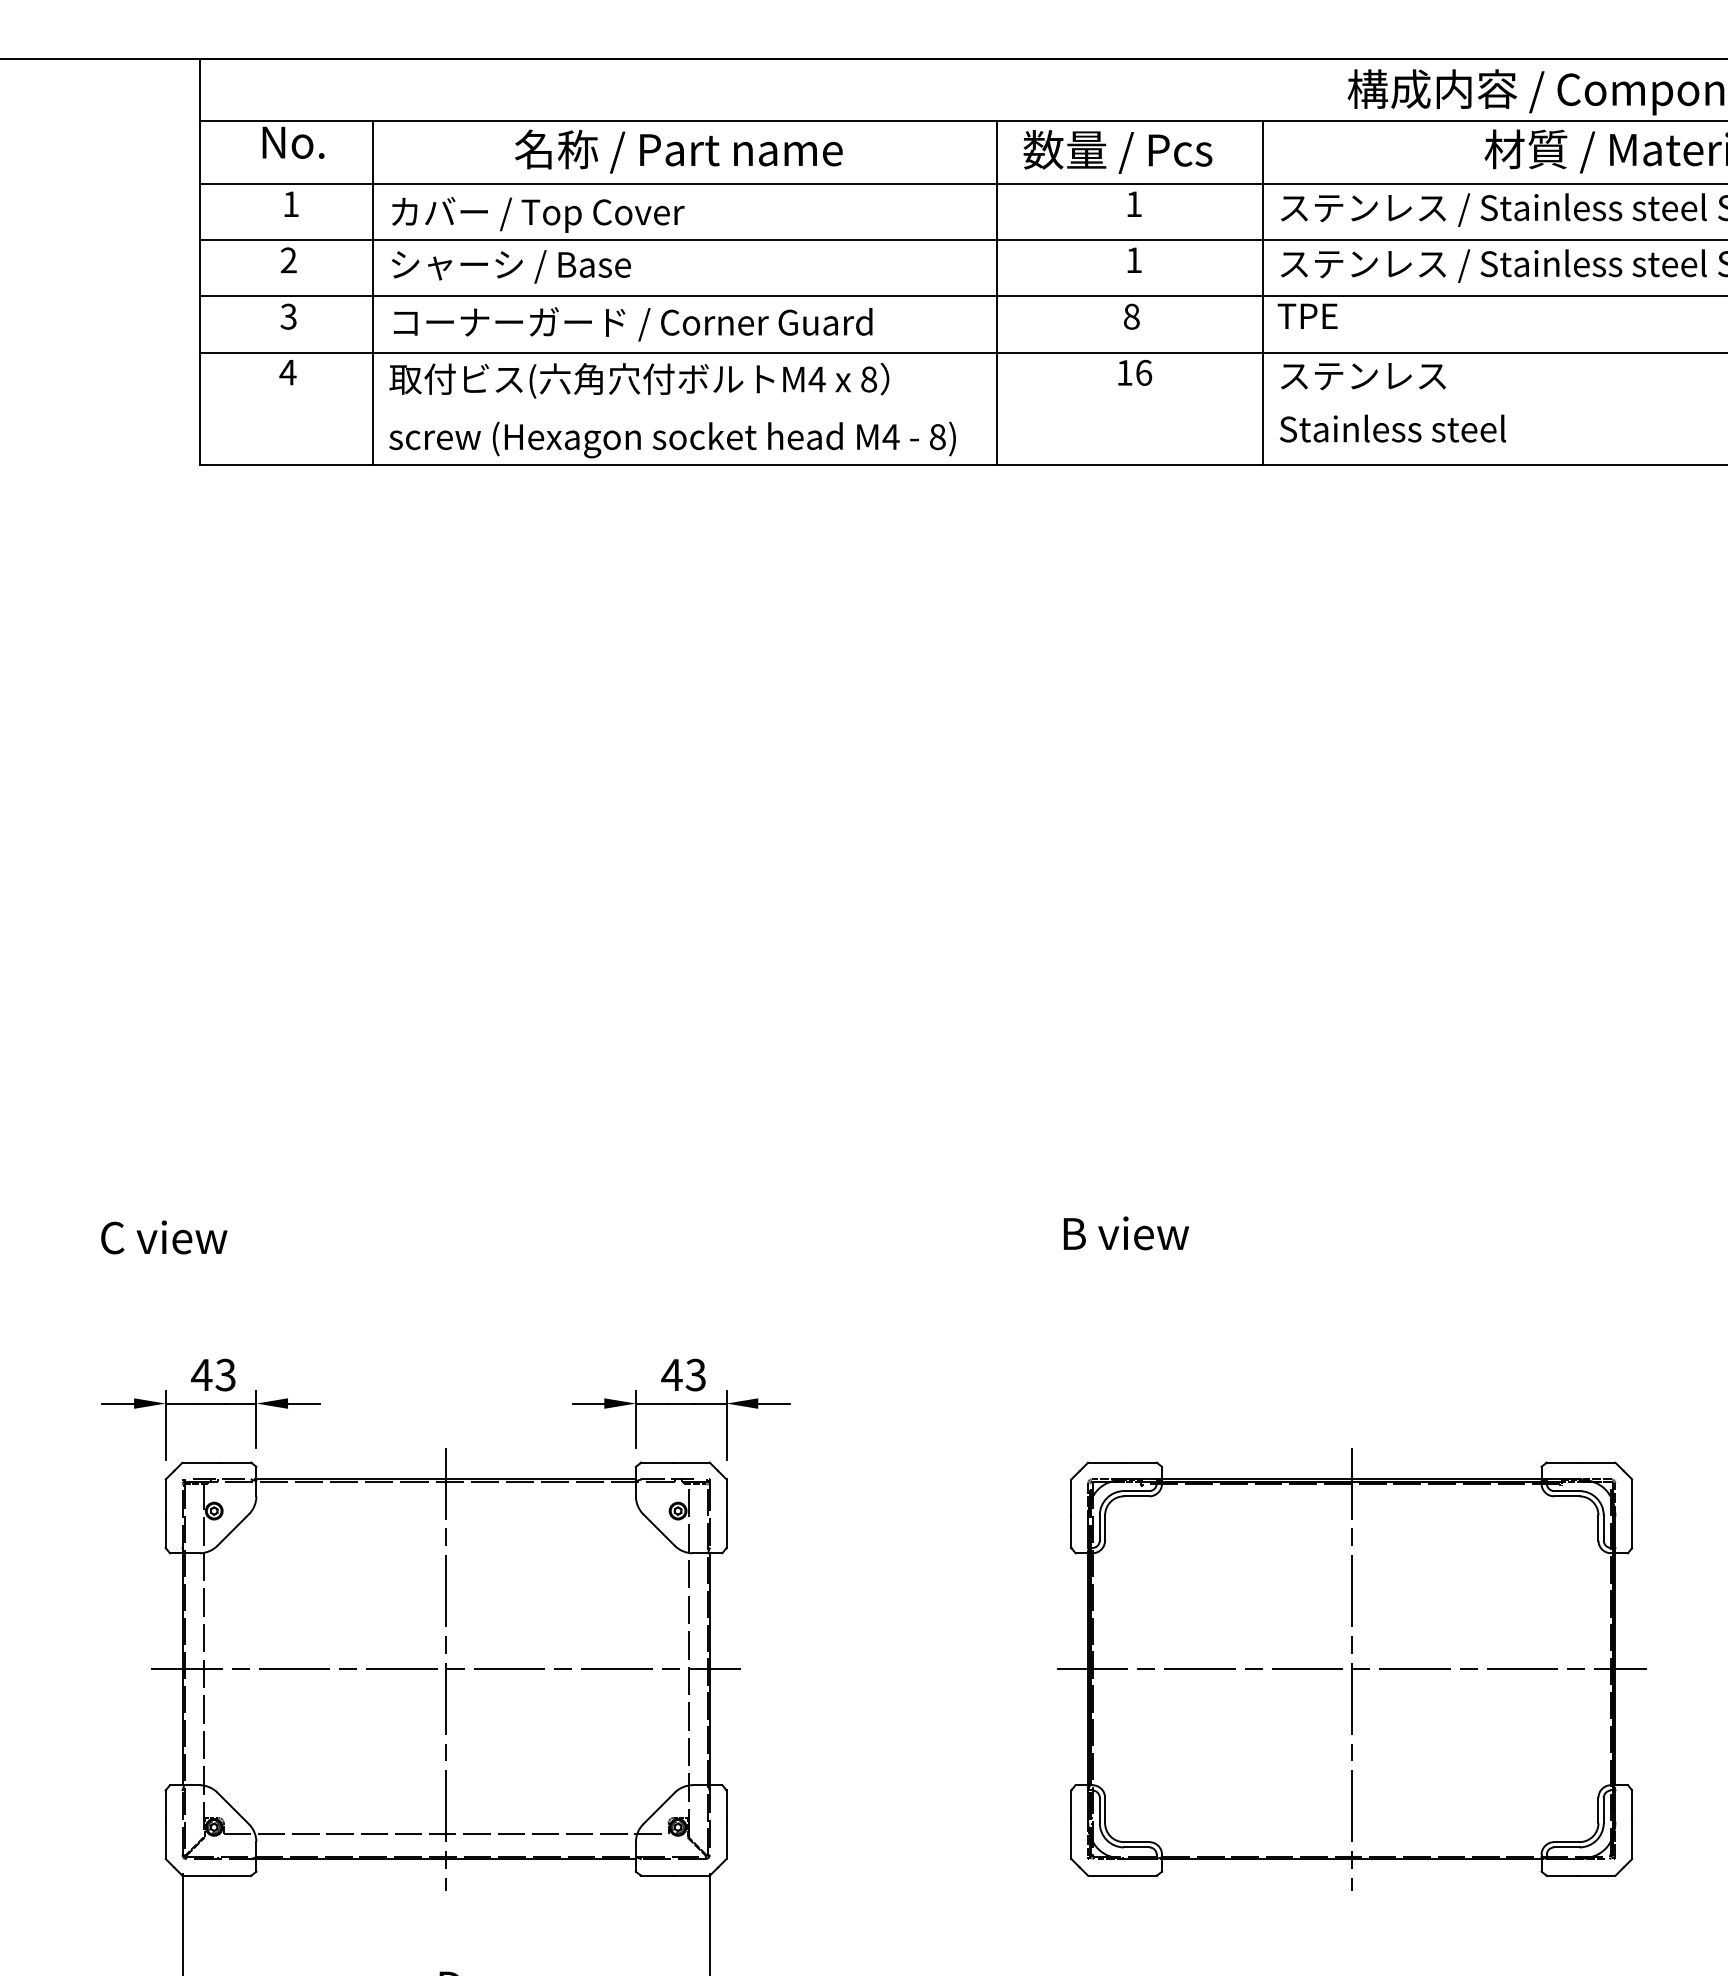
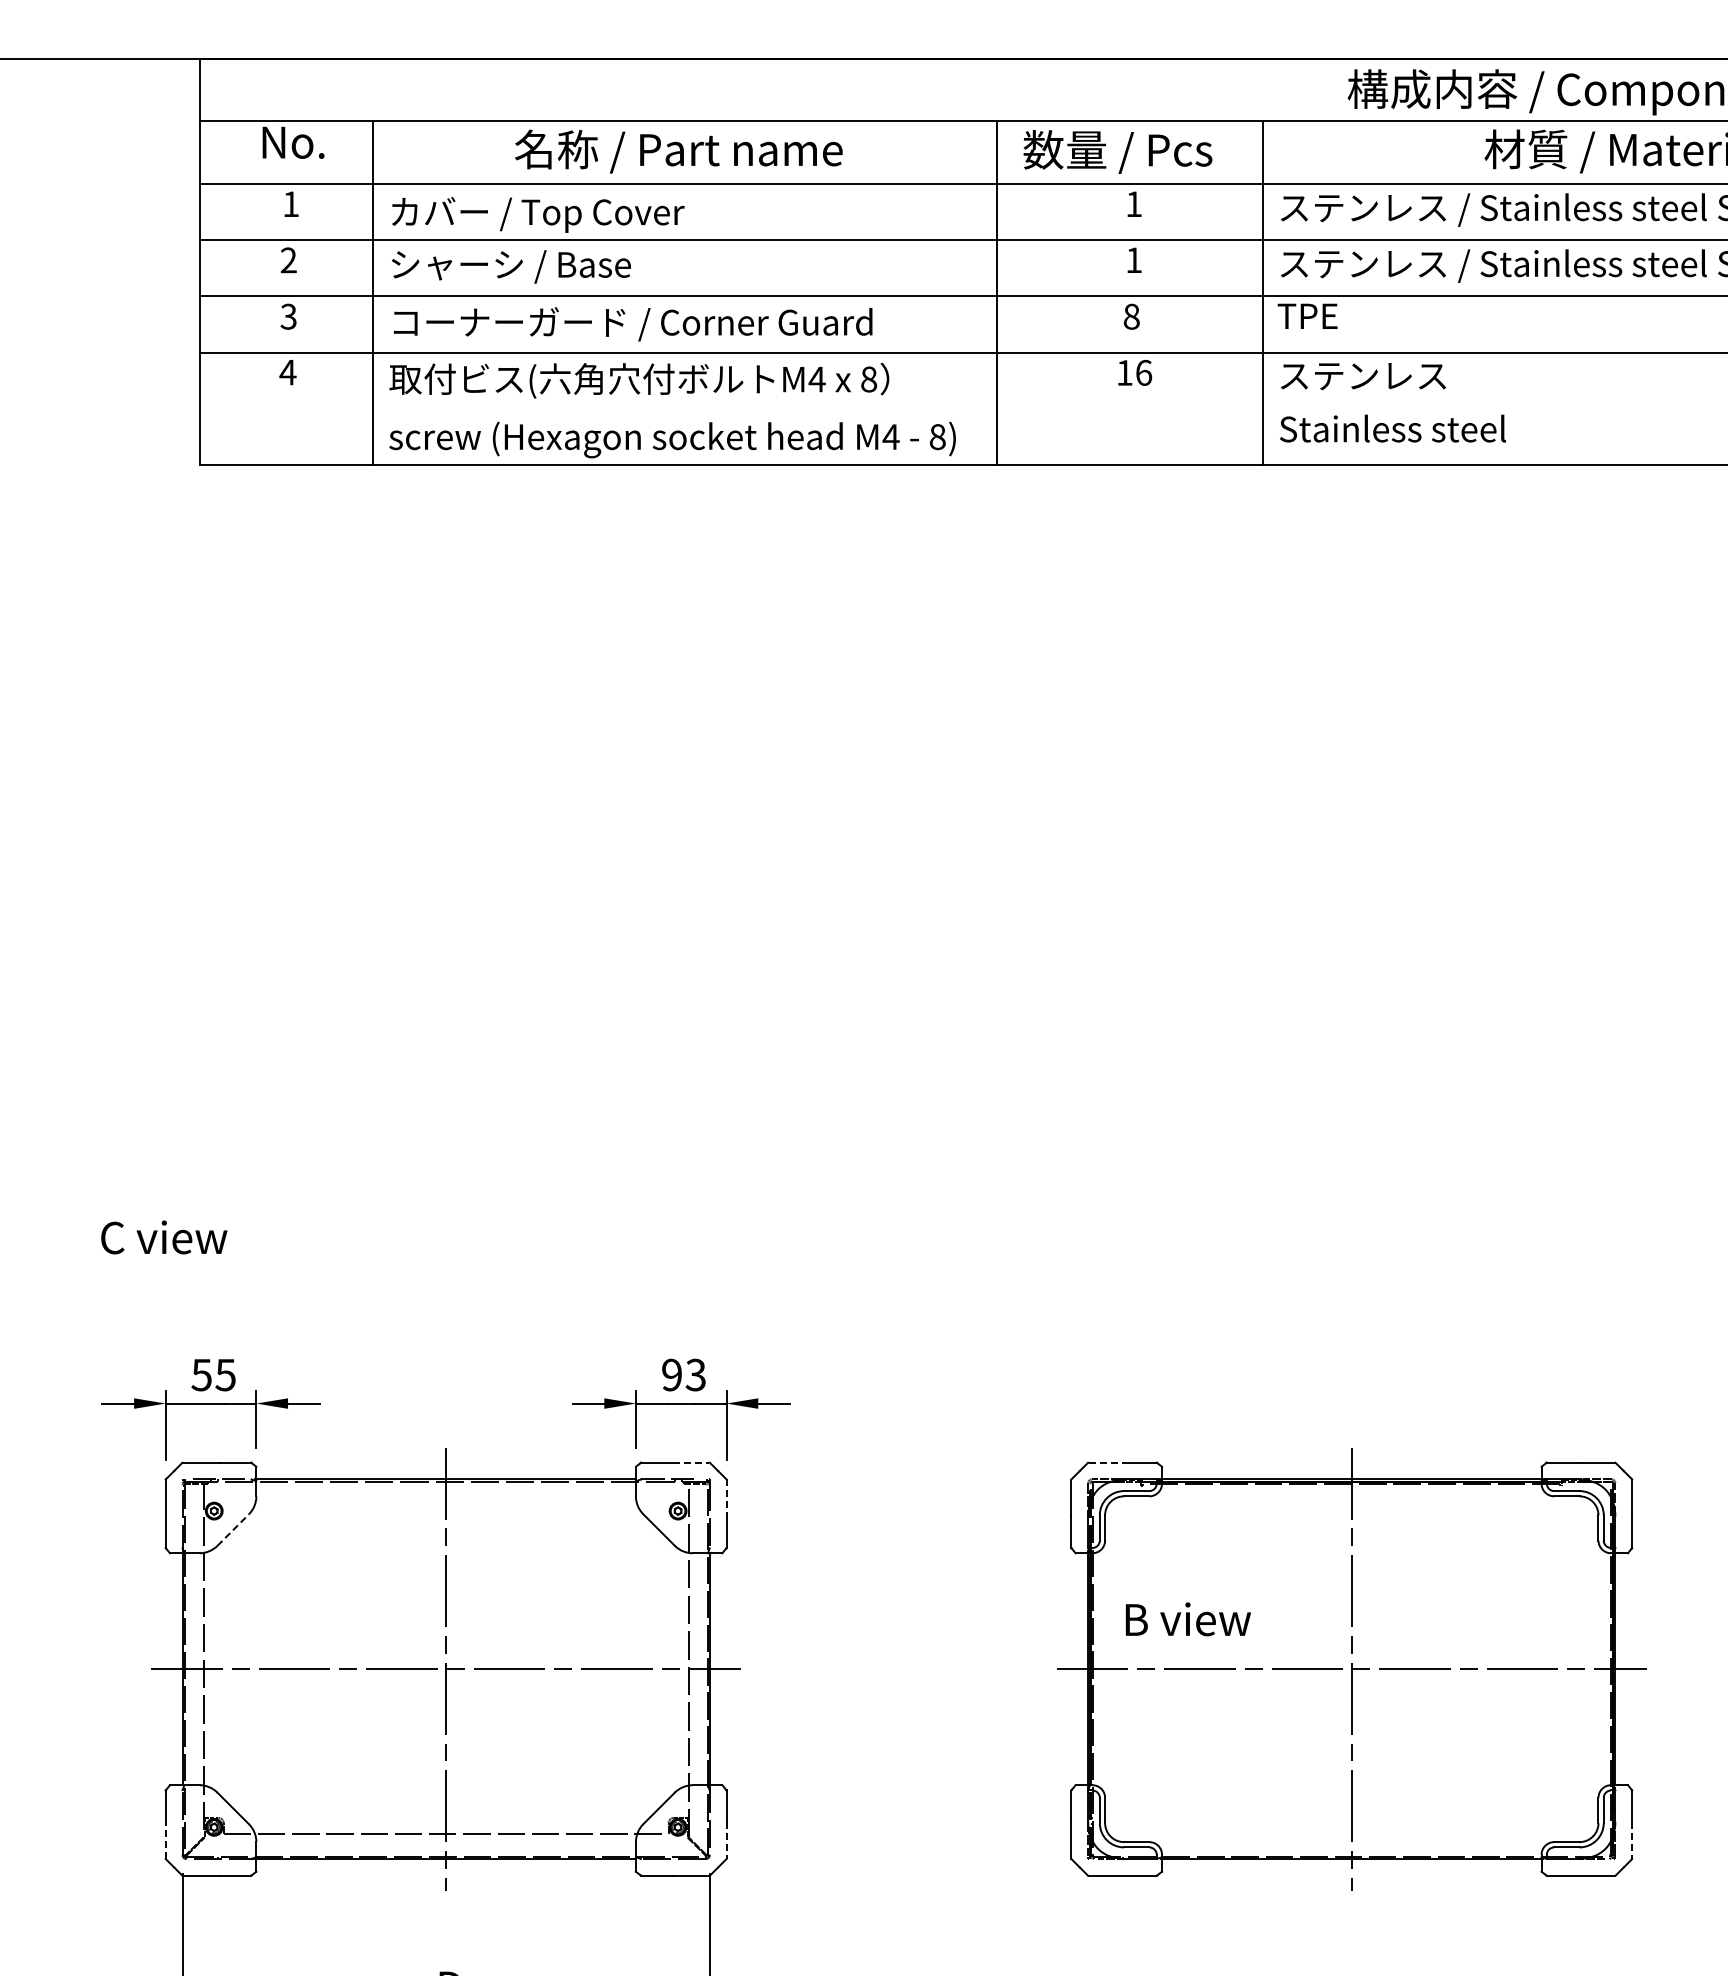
text at (1125, 1233) position: (1125, 1233) -> (1187, 1619)
text at (213, 1374): 43 -> 55
text at (671, 1374): 43 -> 93
line at (691, 1462): solid -> dashed
line at (1107, 1462): solid -> dashed
line at (726, 1498): solid -> dashed
line at (233, 1529): solid -> dashed
line at (165, 1840): solid -> dashed
line at (726, 1840): solid -> dashed
line at (1632, 1840): solid -> dashed
